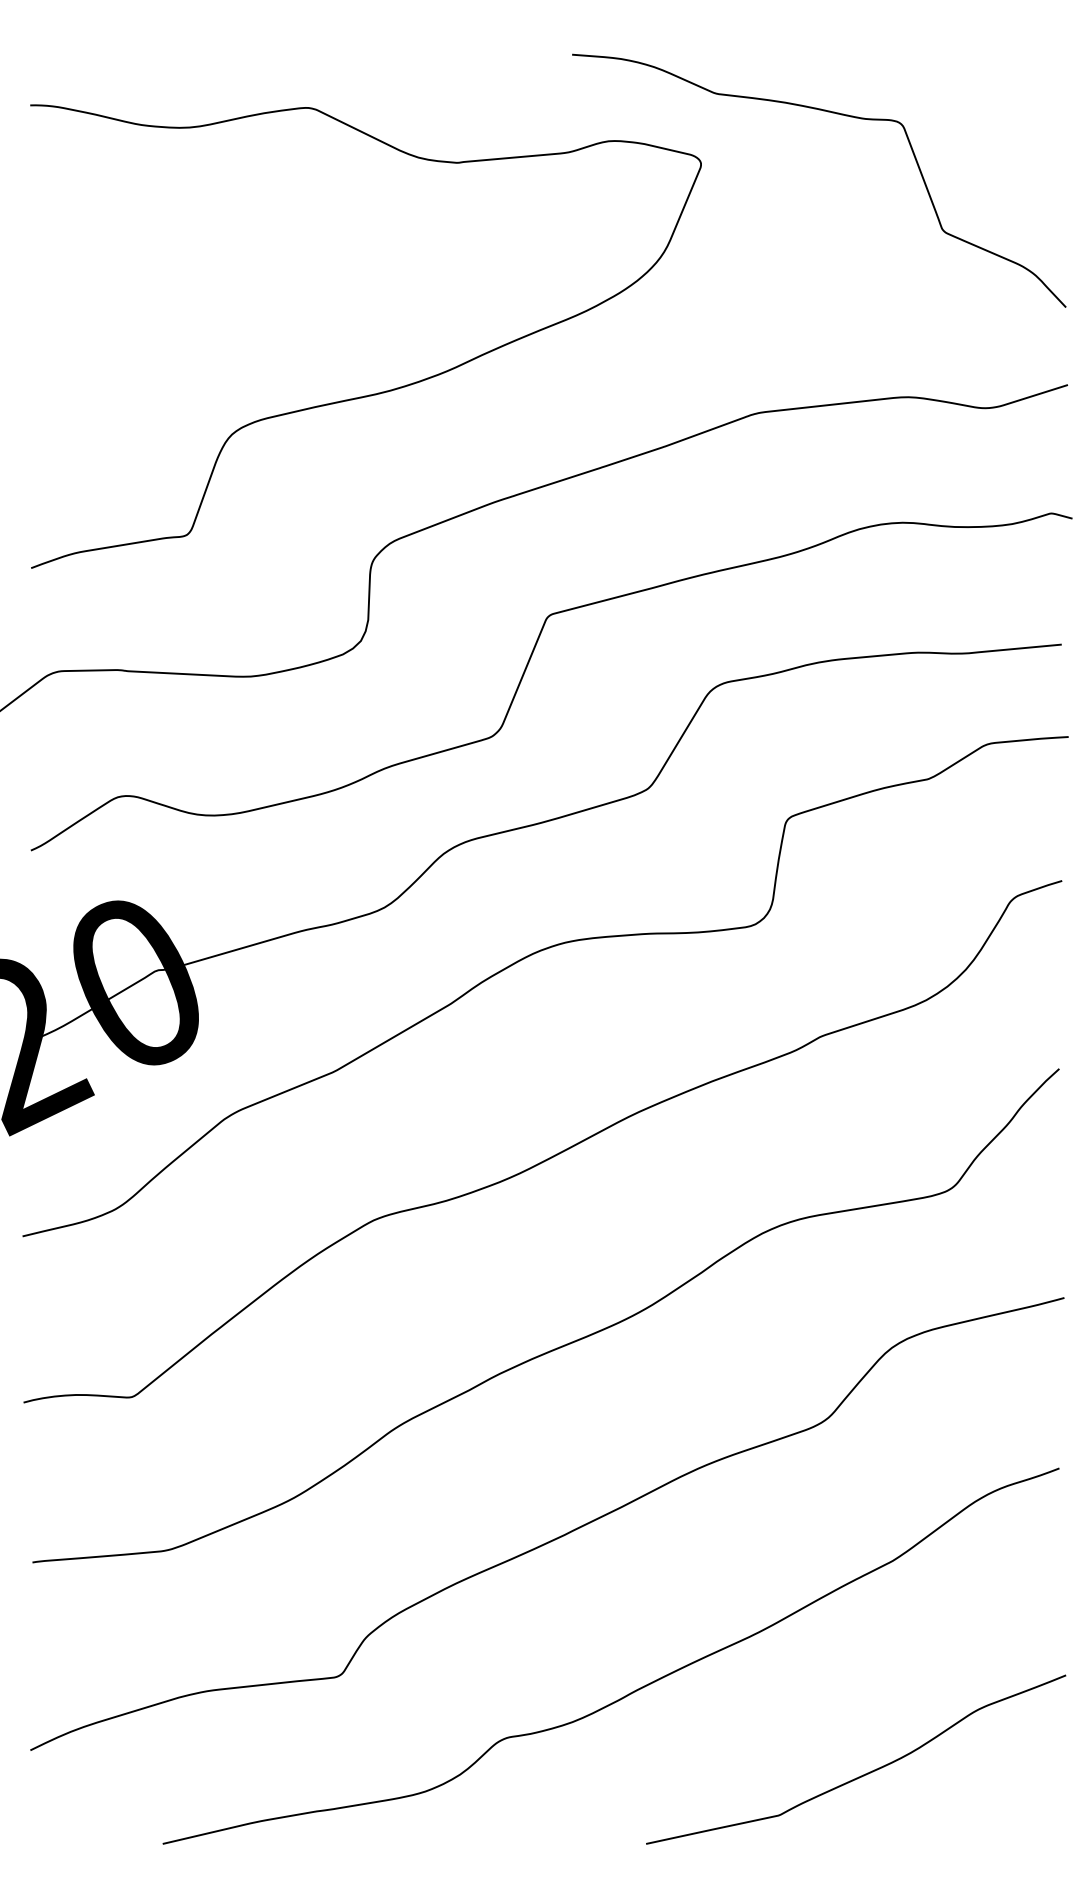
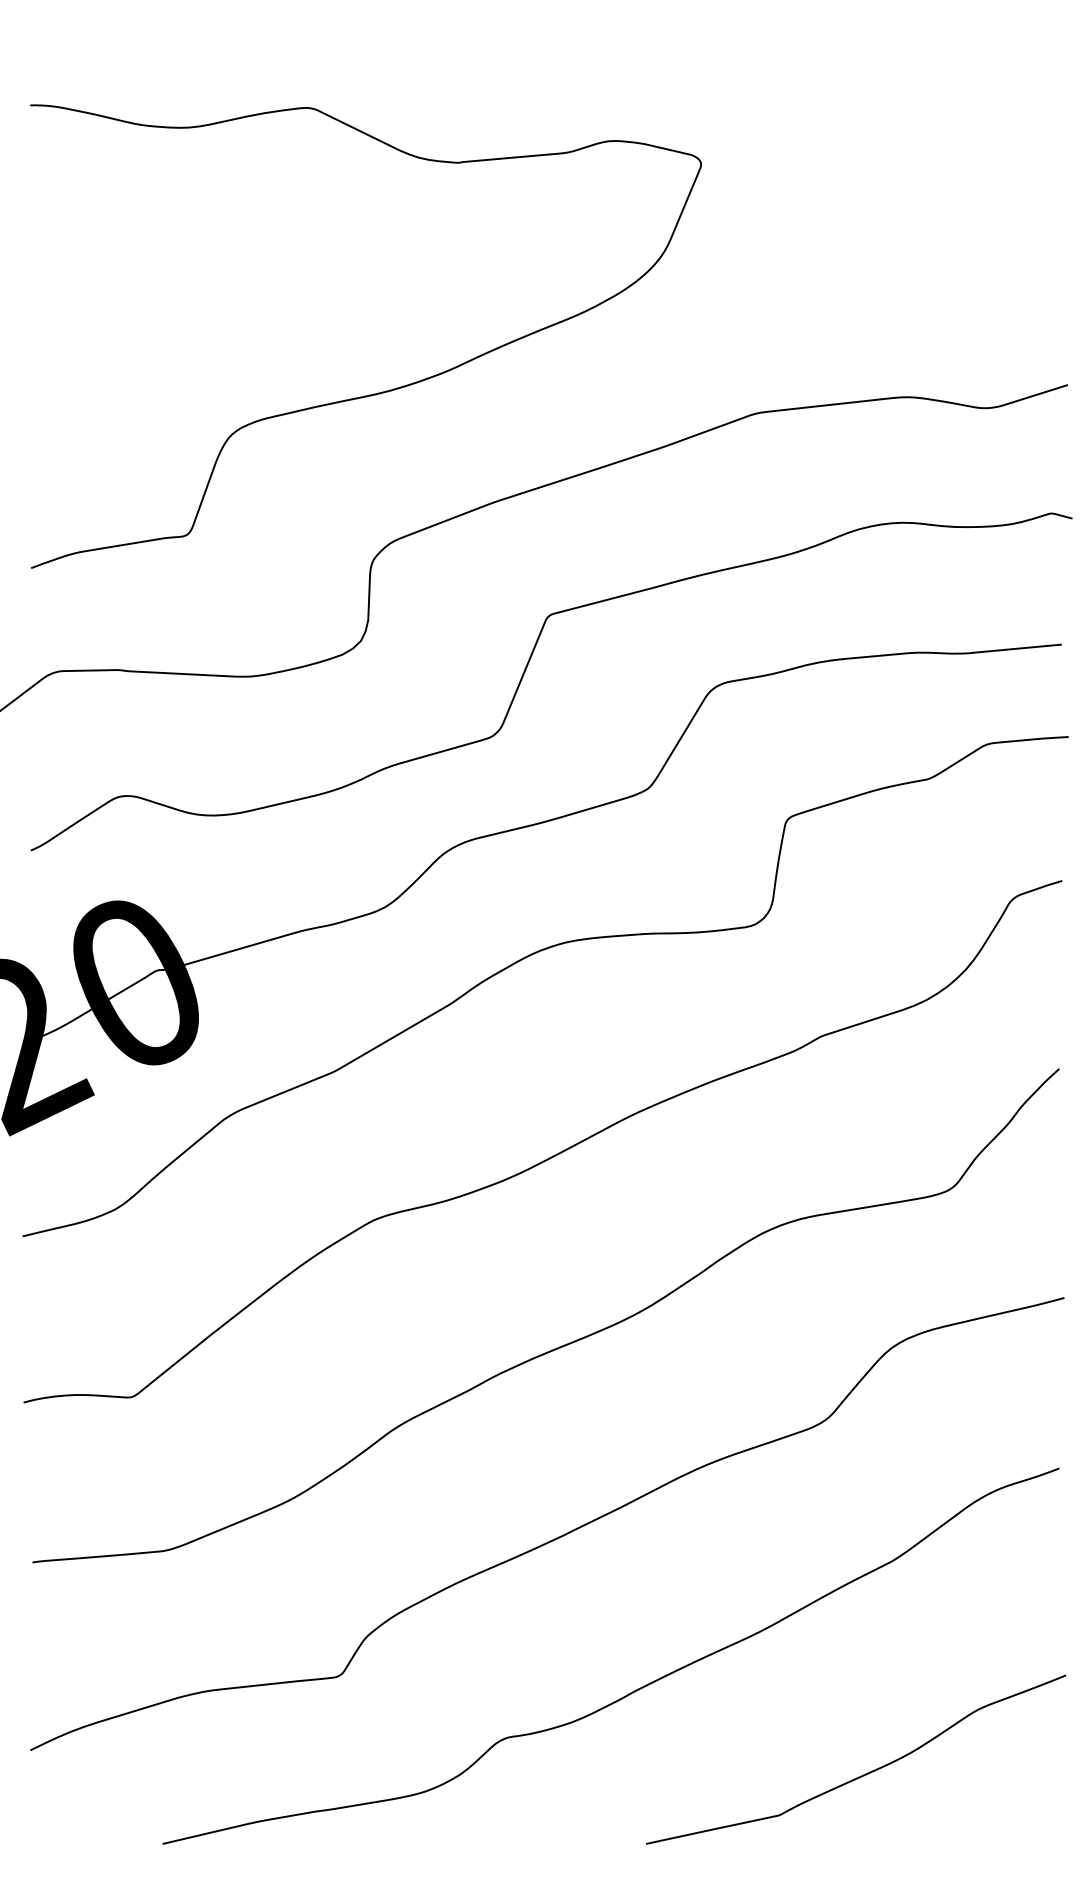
curve at (836, 114): present -> none
